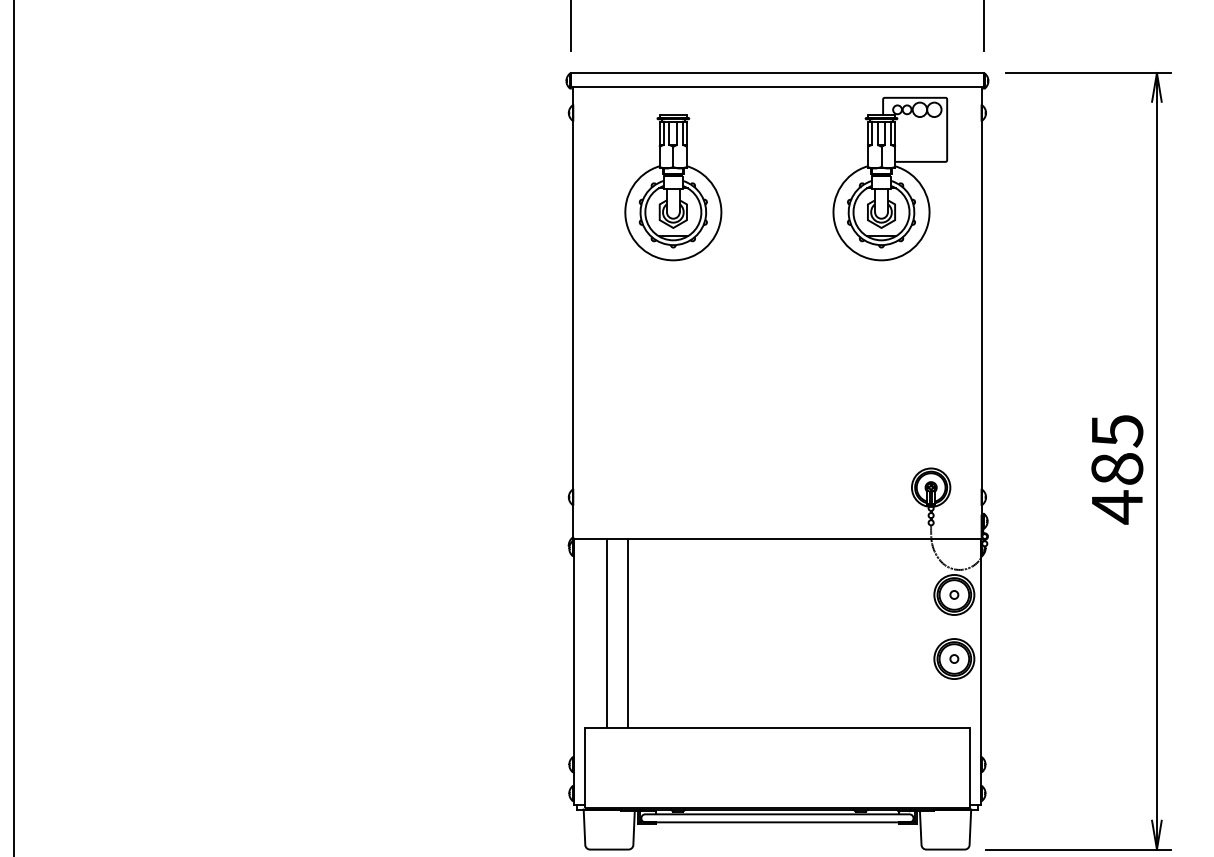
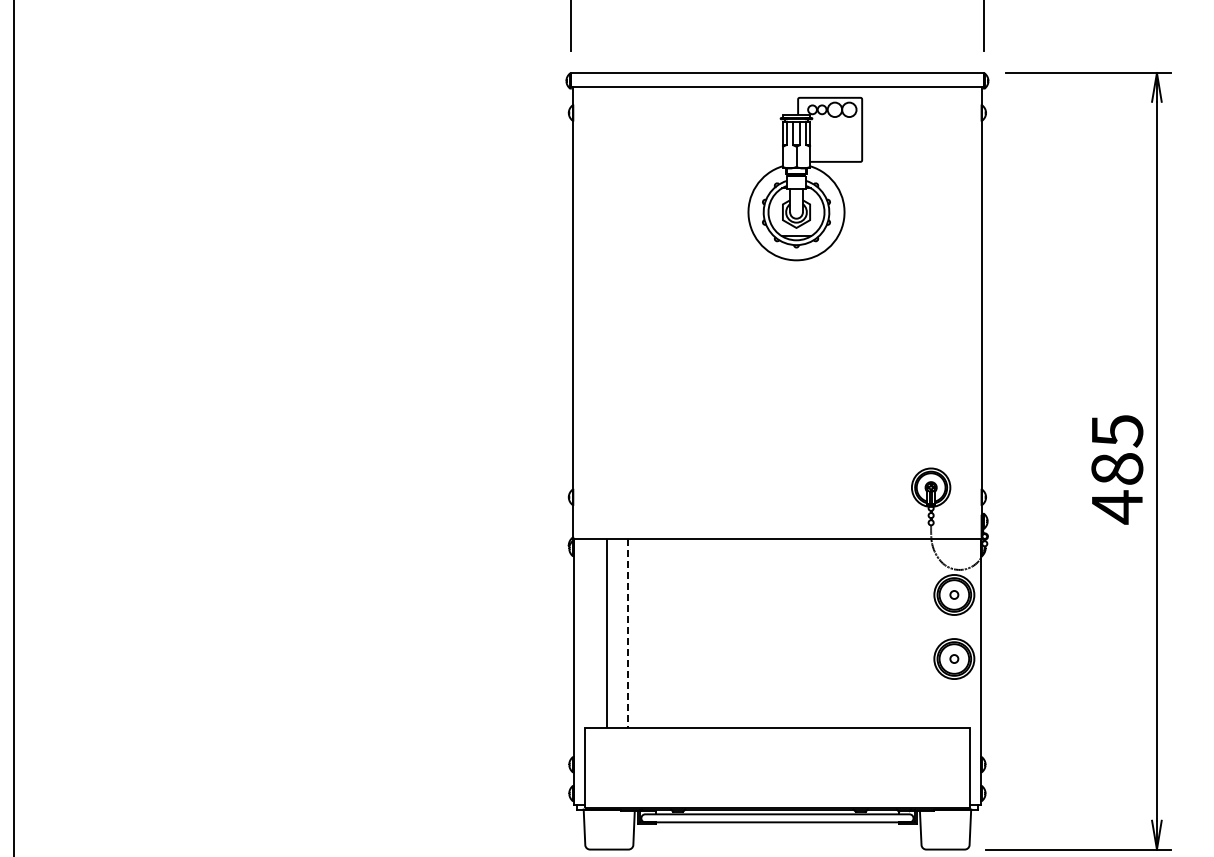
part at (890, 178) position: (890, 178) -> (805, 178)
part at (673, 187): present -> none
line at (627, 633): solid -> dashed
